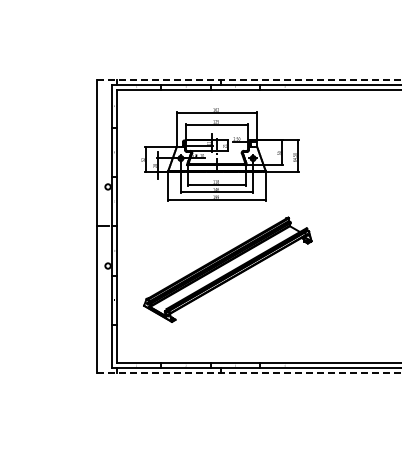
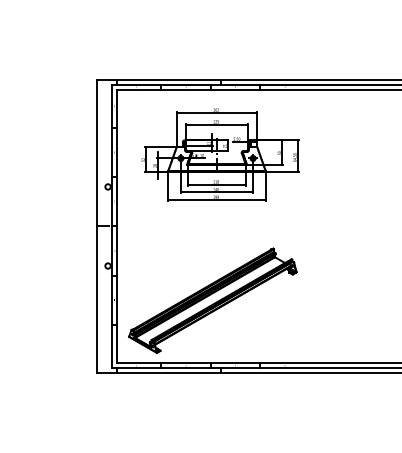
line at (249, 79): dashed -> solid
part at (227, 269) position: (227, 269) -> (212, 300)
line at (249, 373): dashed -> solid
